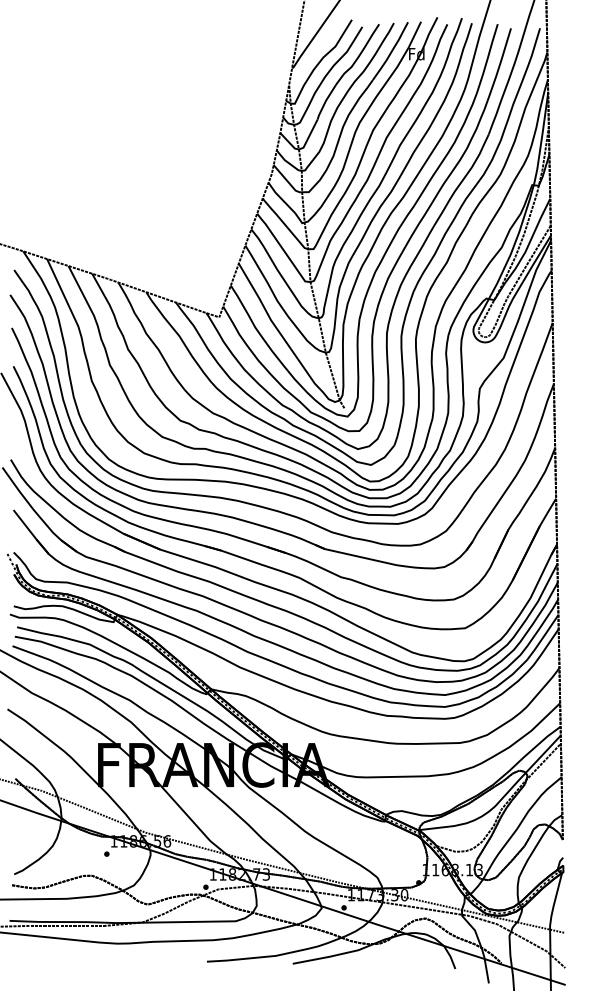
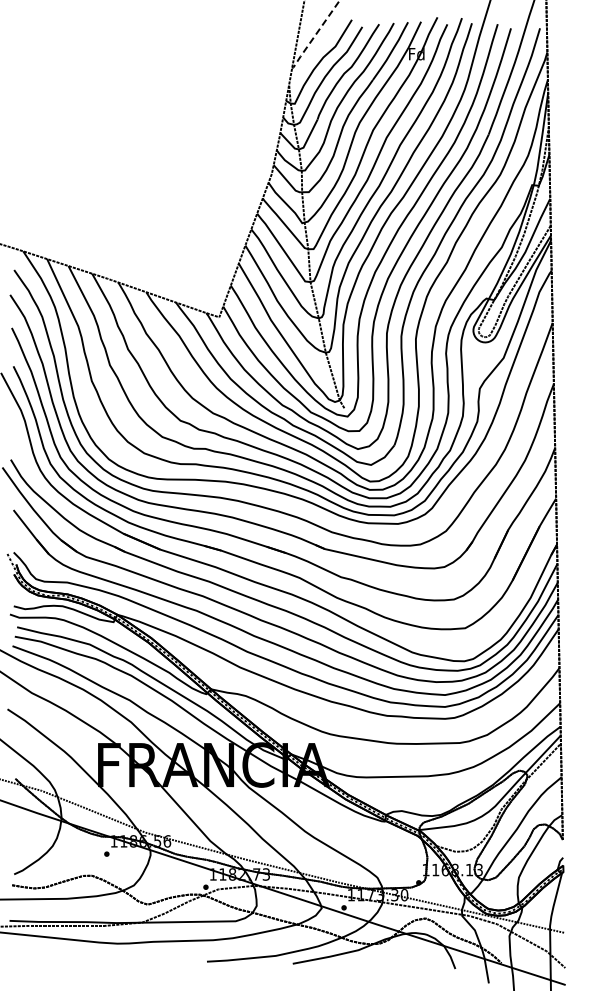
line at (314, 36): solid -> dashed
